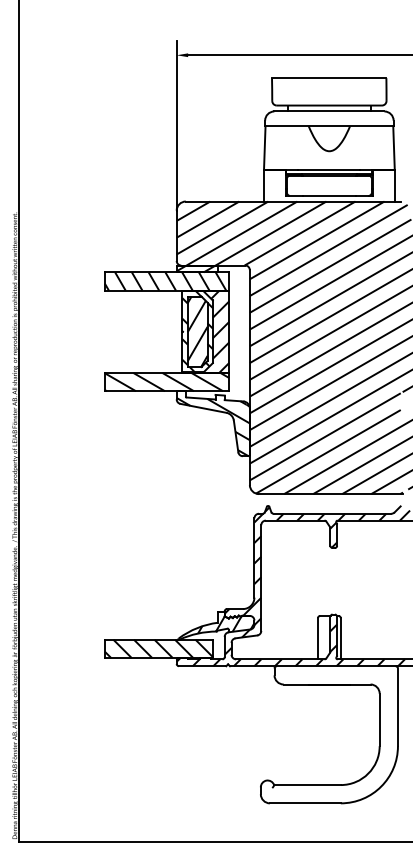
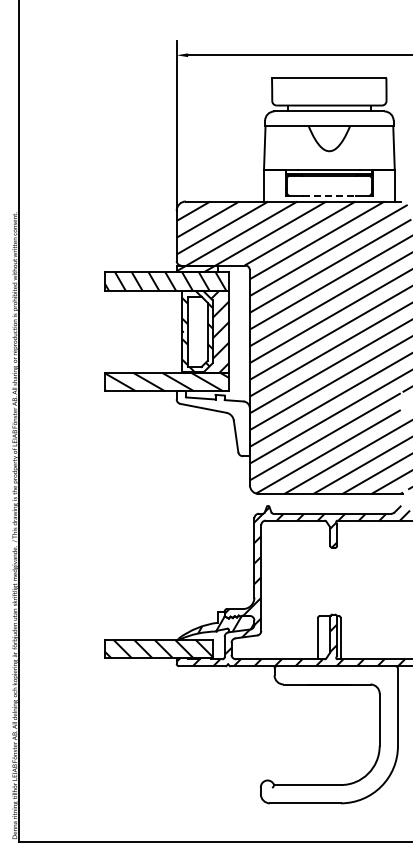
line at (329, 195): solid -> dashed
hatch at (197, 331): present -> none
hatch at (212, 426): present -> none
